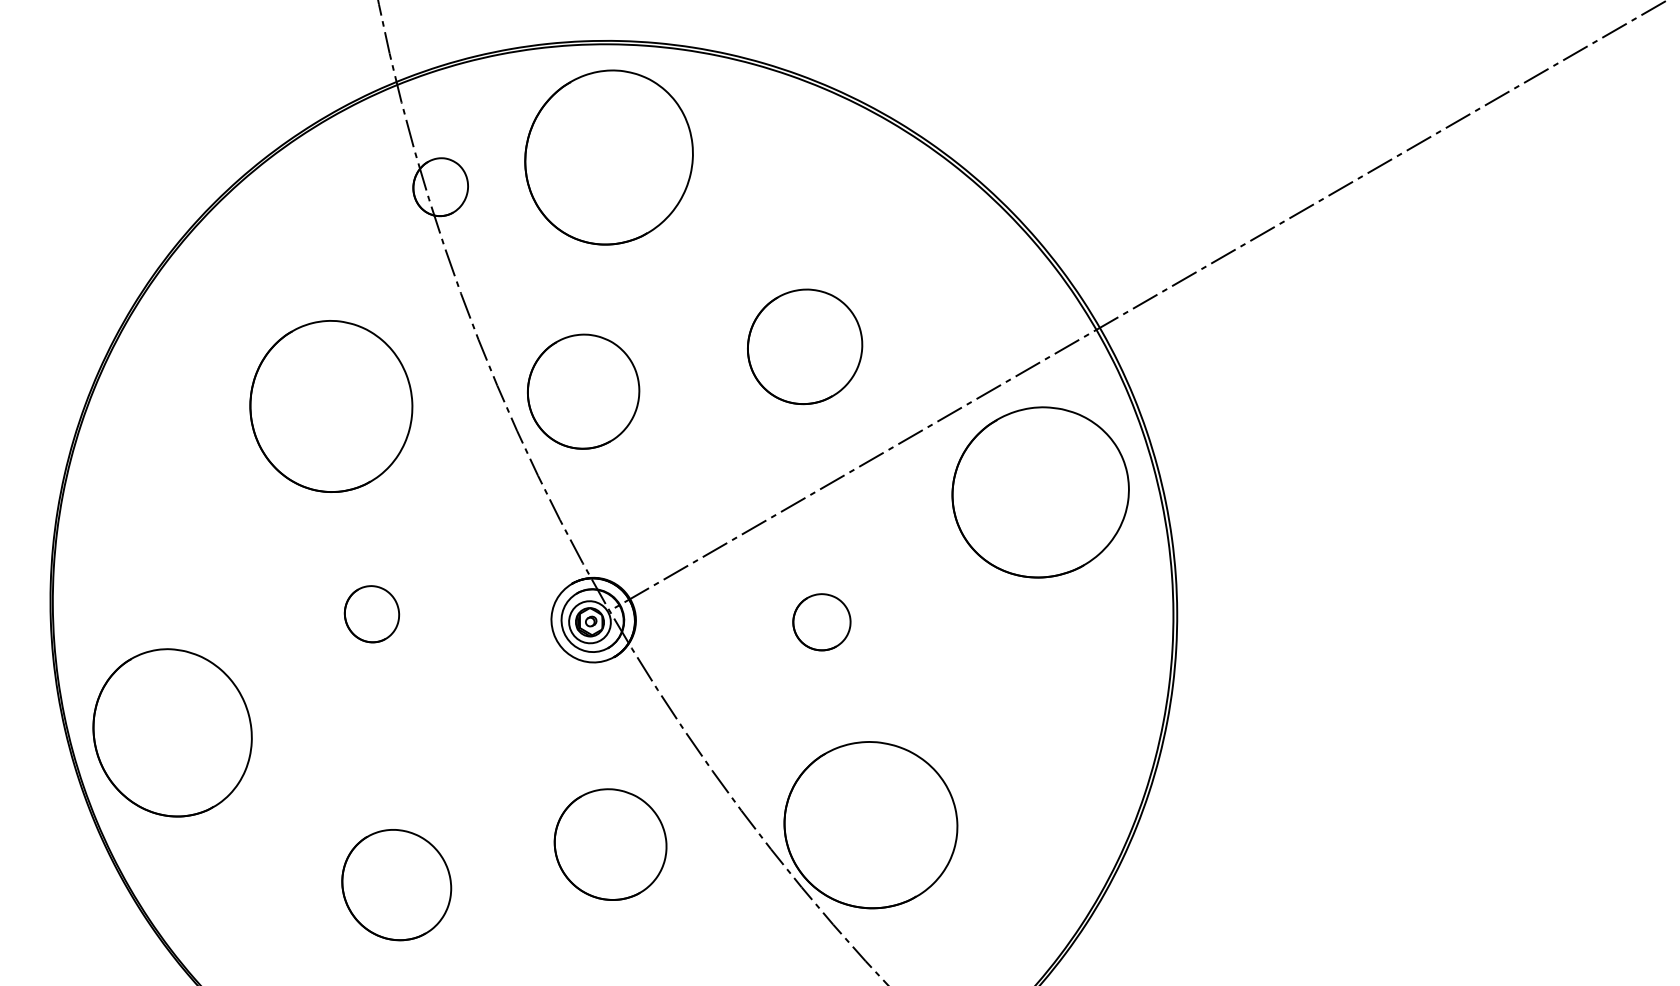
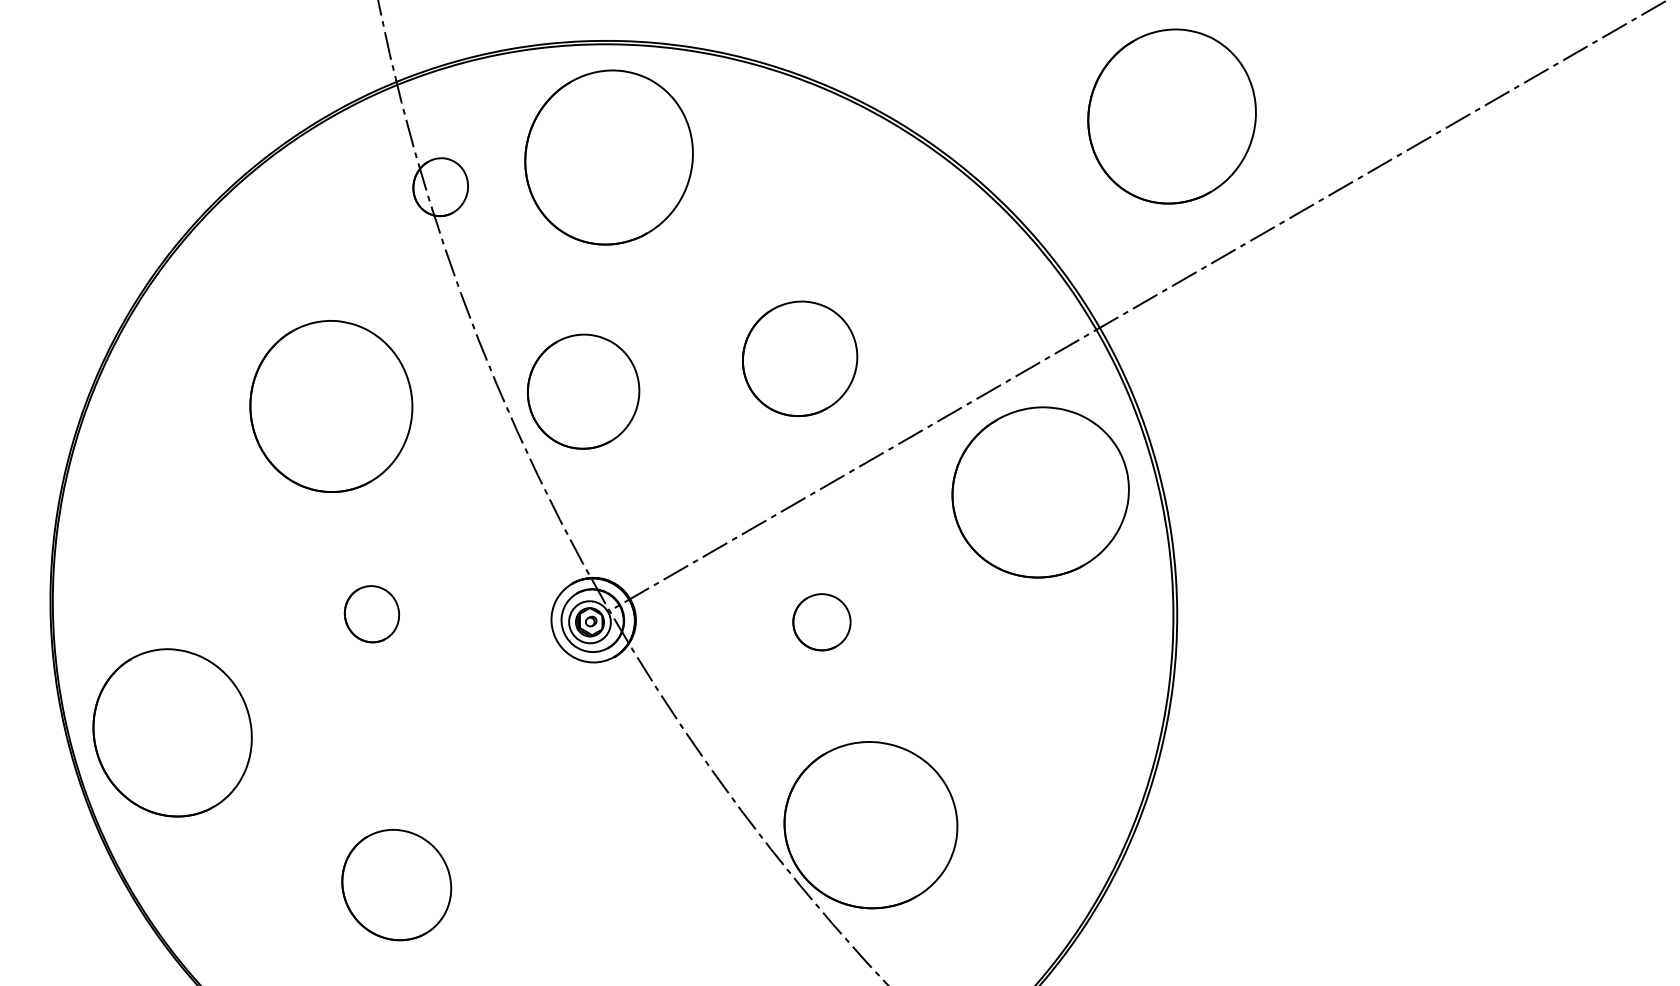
part at (1171, 116): none -> present
part at (805, 346) position: (805, 346) -> (800, 358)
part at (610, 844): present -> none
